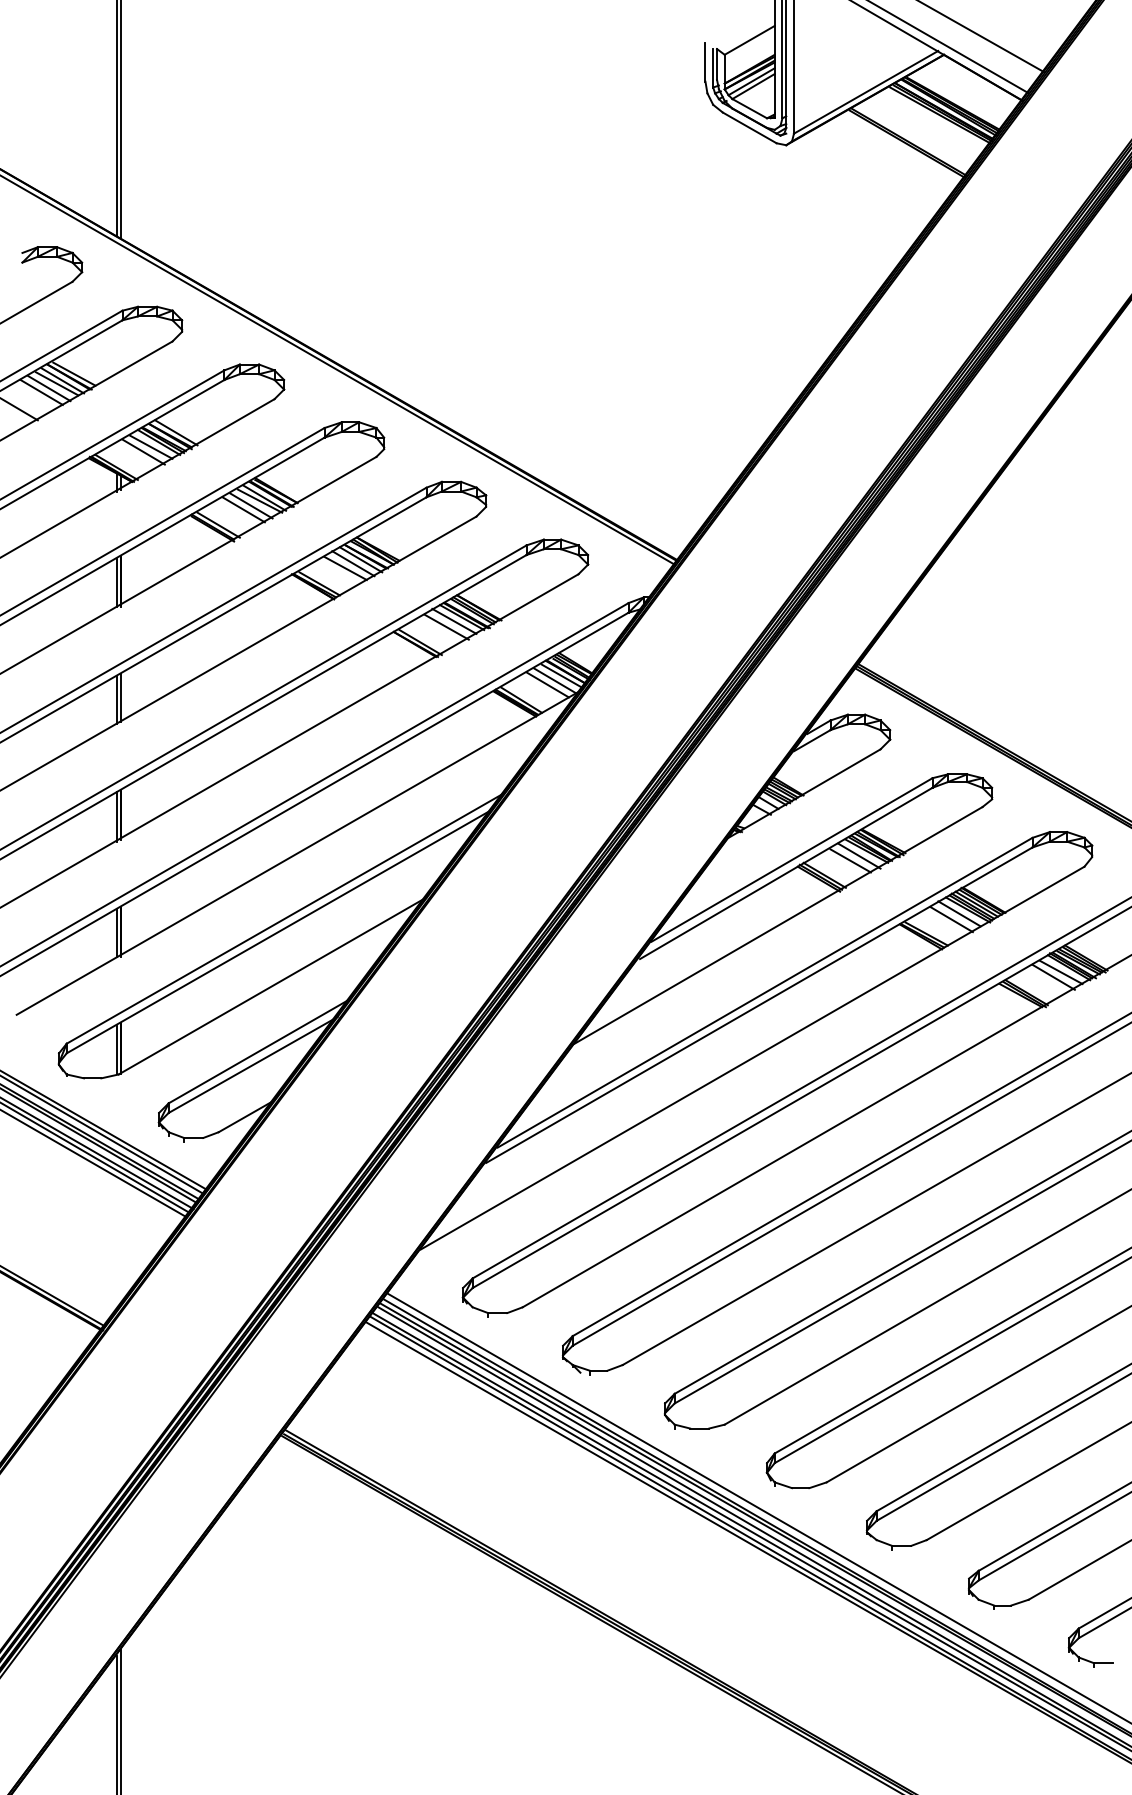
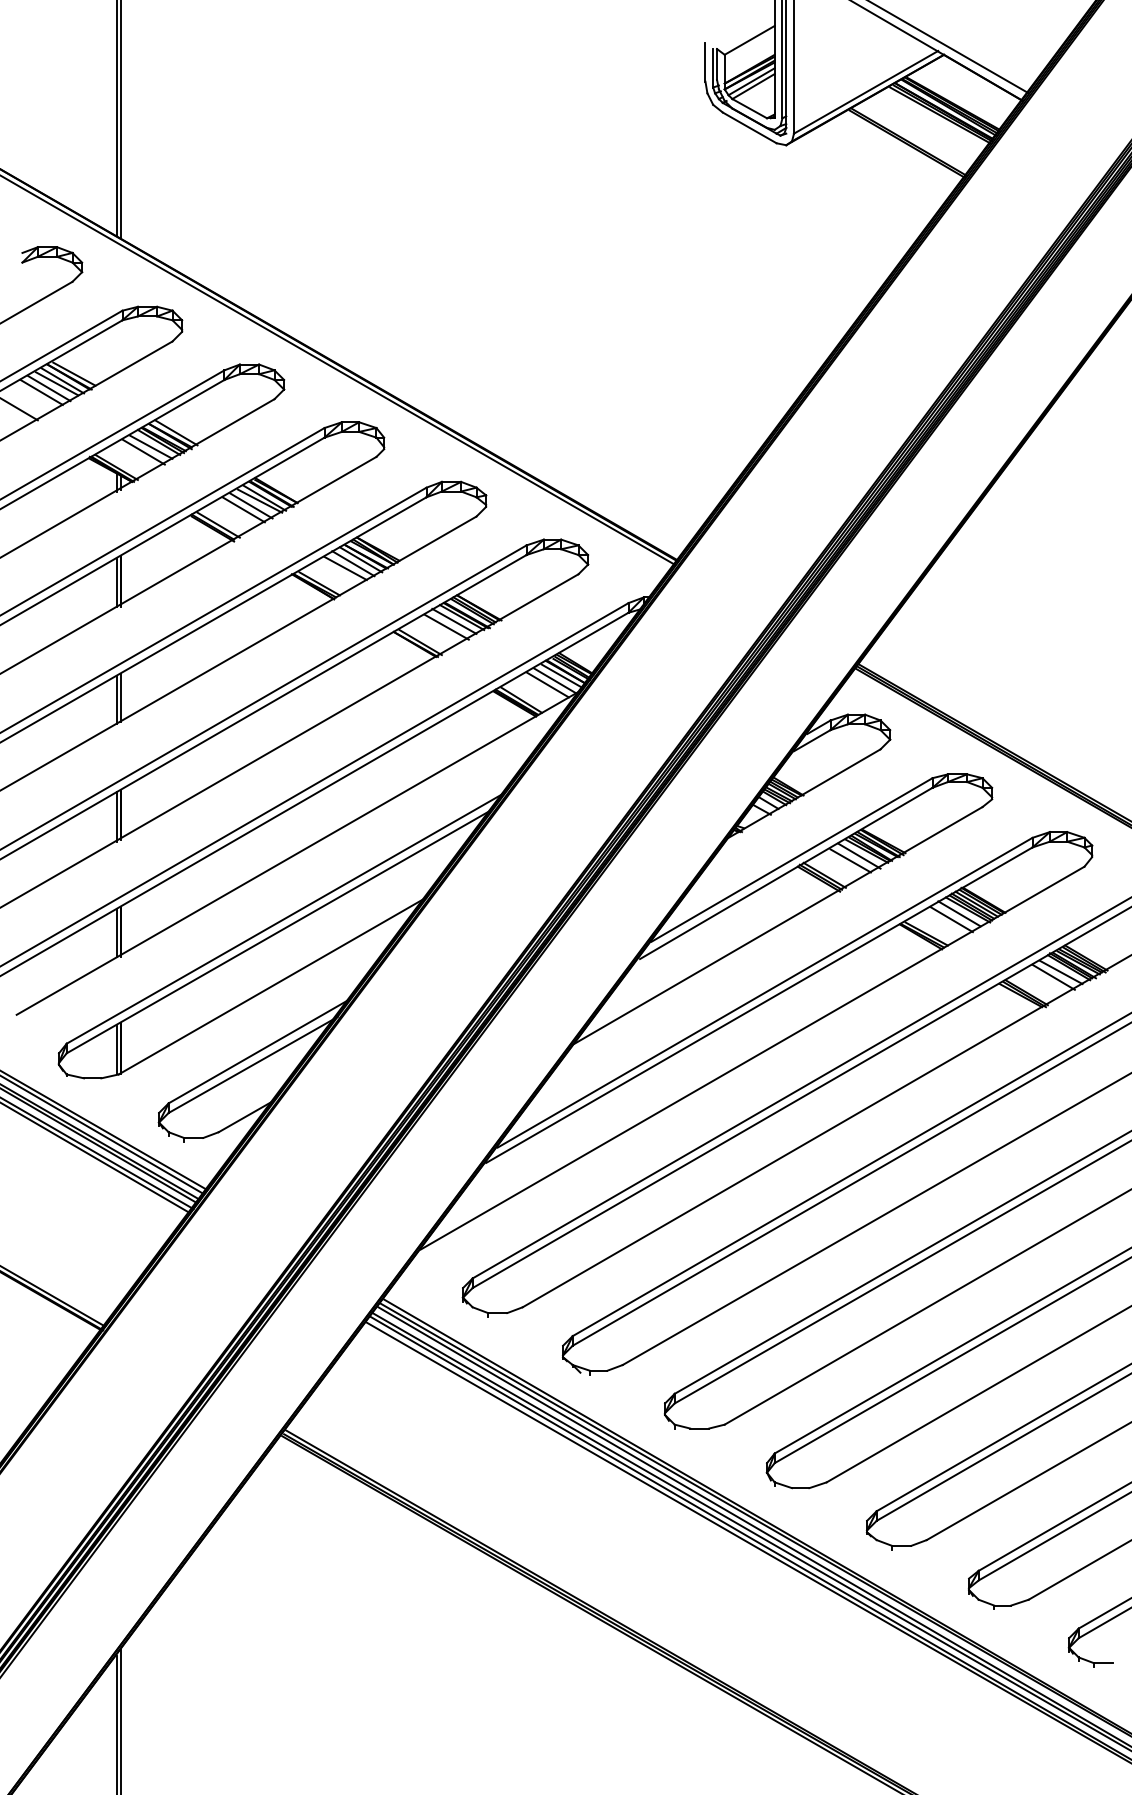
line at (982, 37): present -> none
line at (94, 1163): present -> none
line at (758, 1507): present -> none
